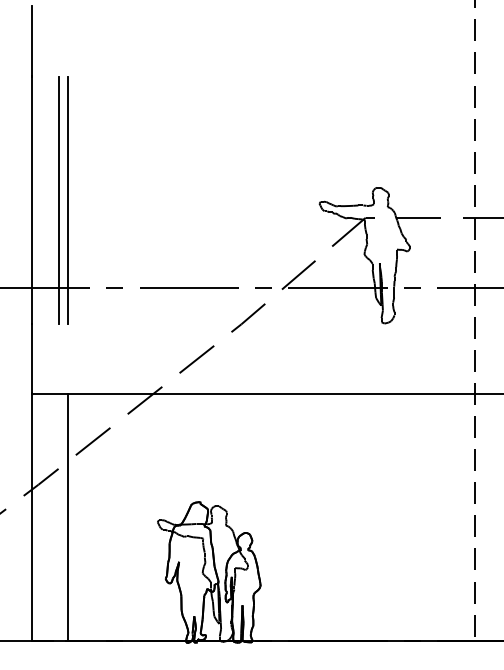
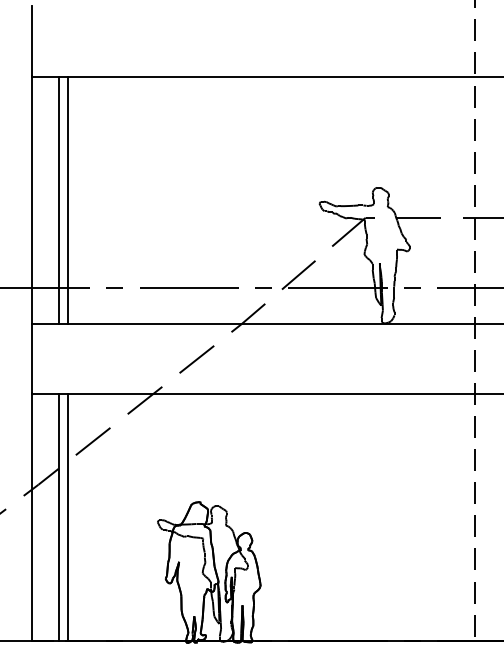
line at (266, 76): none -> present
line at (266, 323): none -> present
line at (58, 517): none -> present
